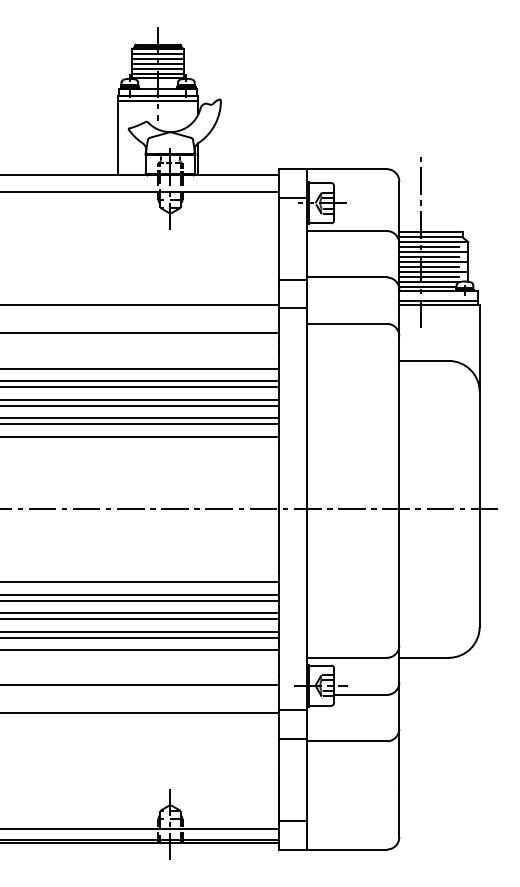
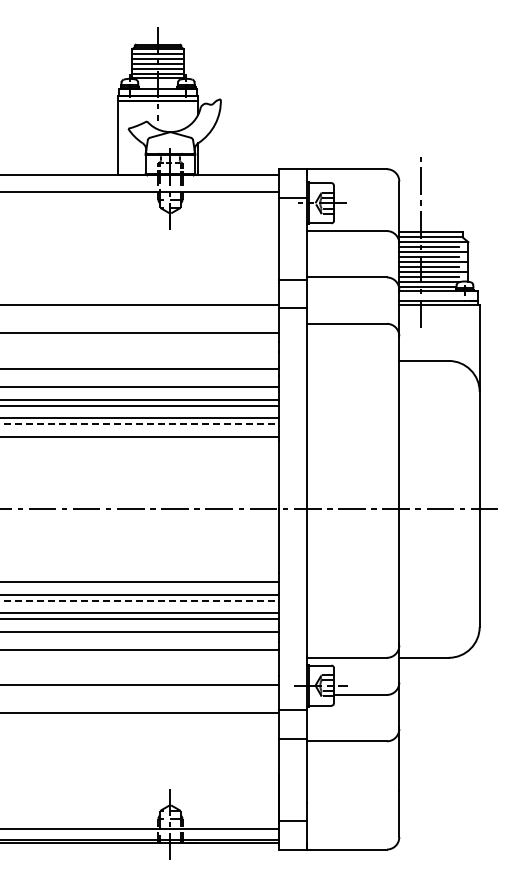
line at (140, 381): present -> none
line at (139, 424): solid -> dashed
line at (139, 600): solid -> dashed
line at (140, 637): present -> none
